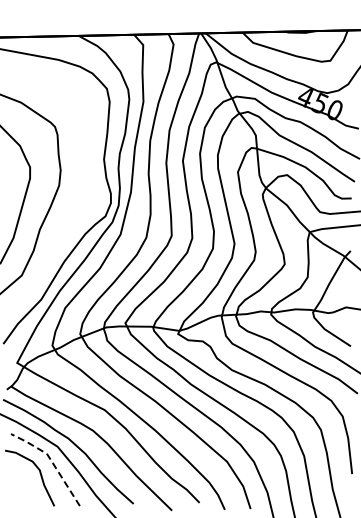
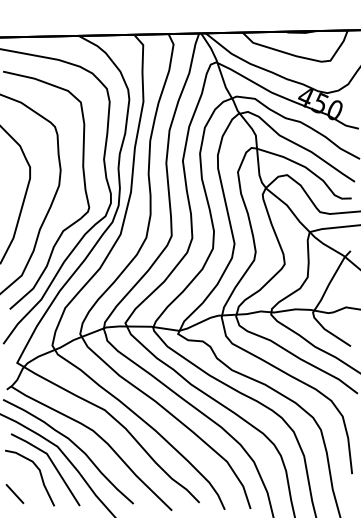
curve at (83, 182): none -> present
line at (51, 461): dashed -> solid
line at (14, 494): none -> present
